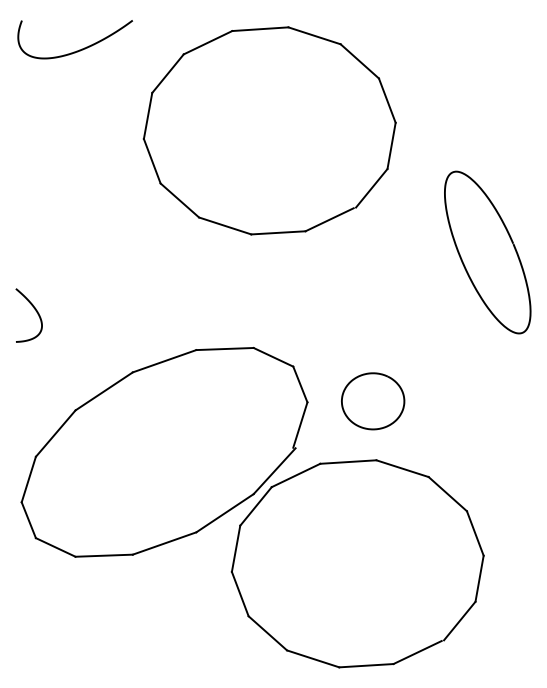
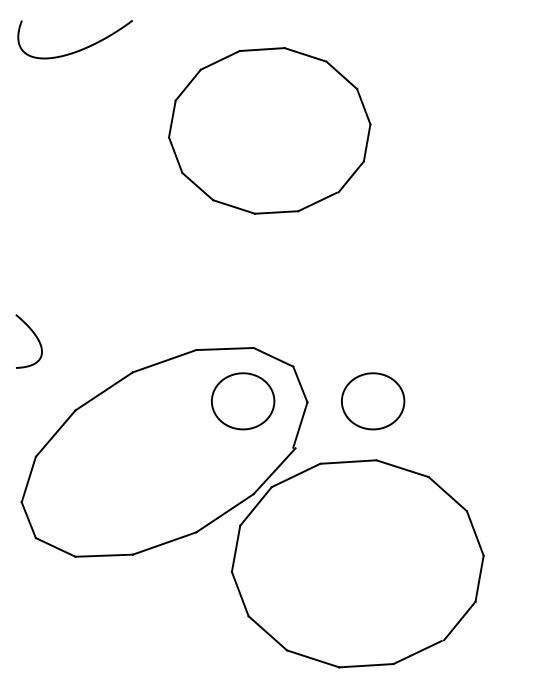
part at (269, 130) size: 255x210 px -> 204x168 px
curve at (464, 263): present -> none
curve at (35, 311) position: (35, 311) -> (35, 337)
curve at (249, 427): none -> present
